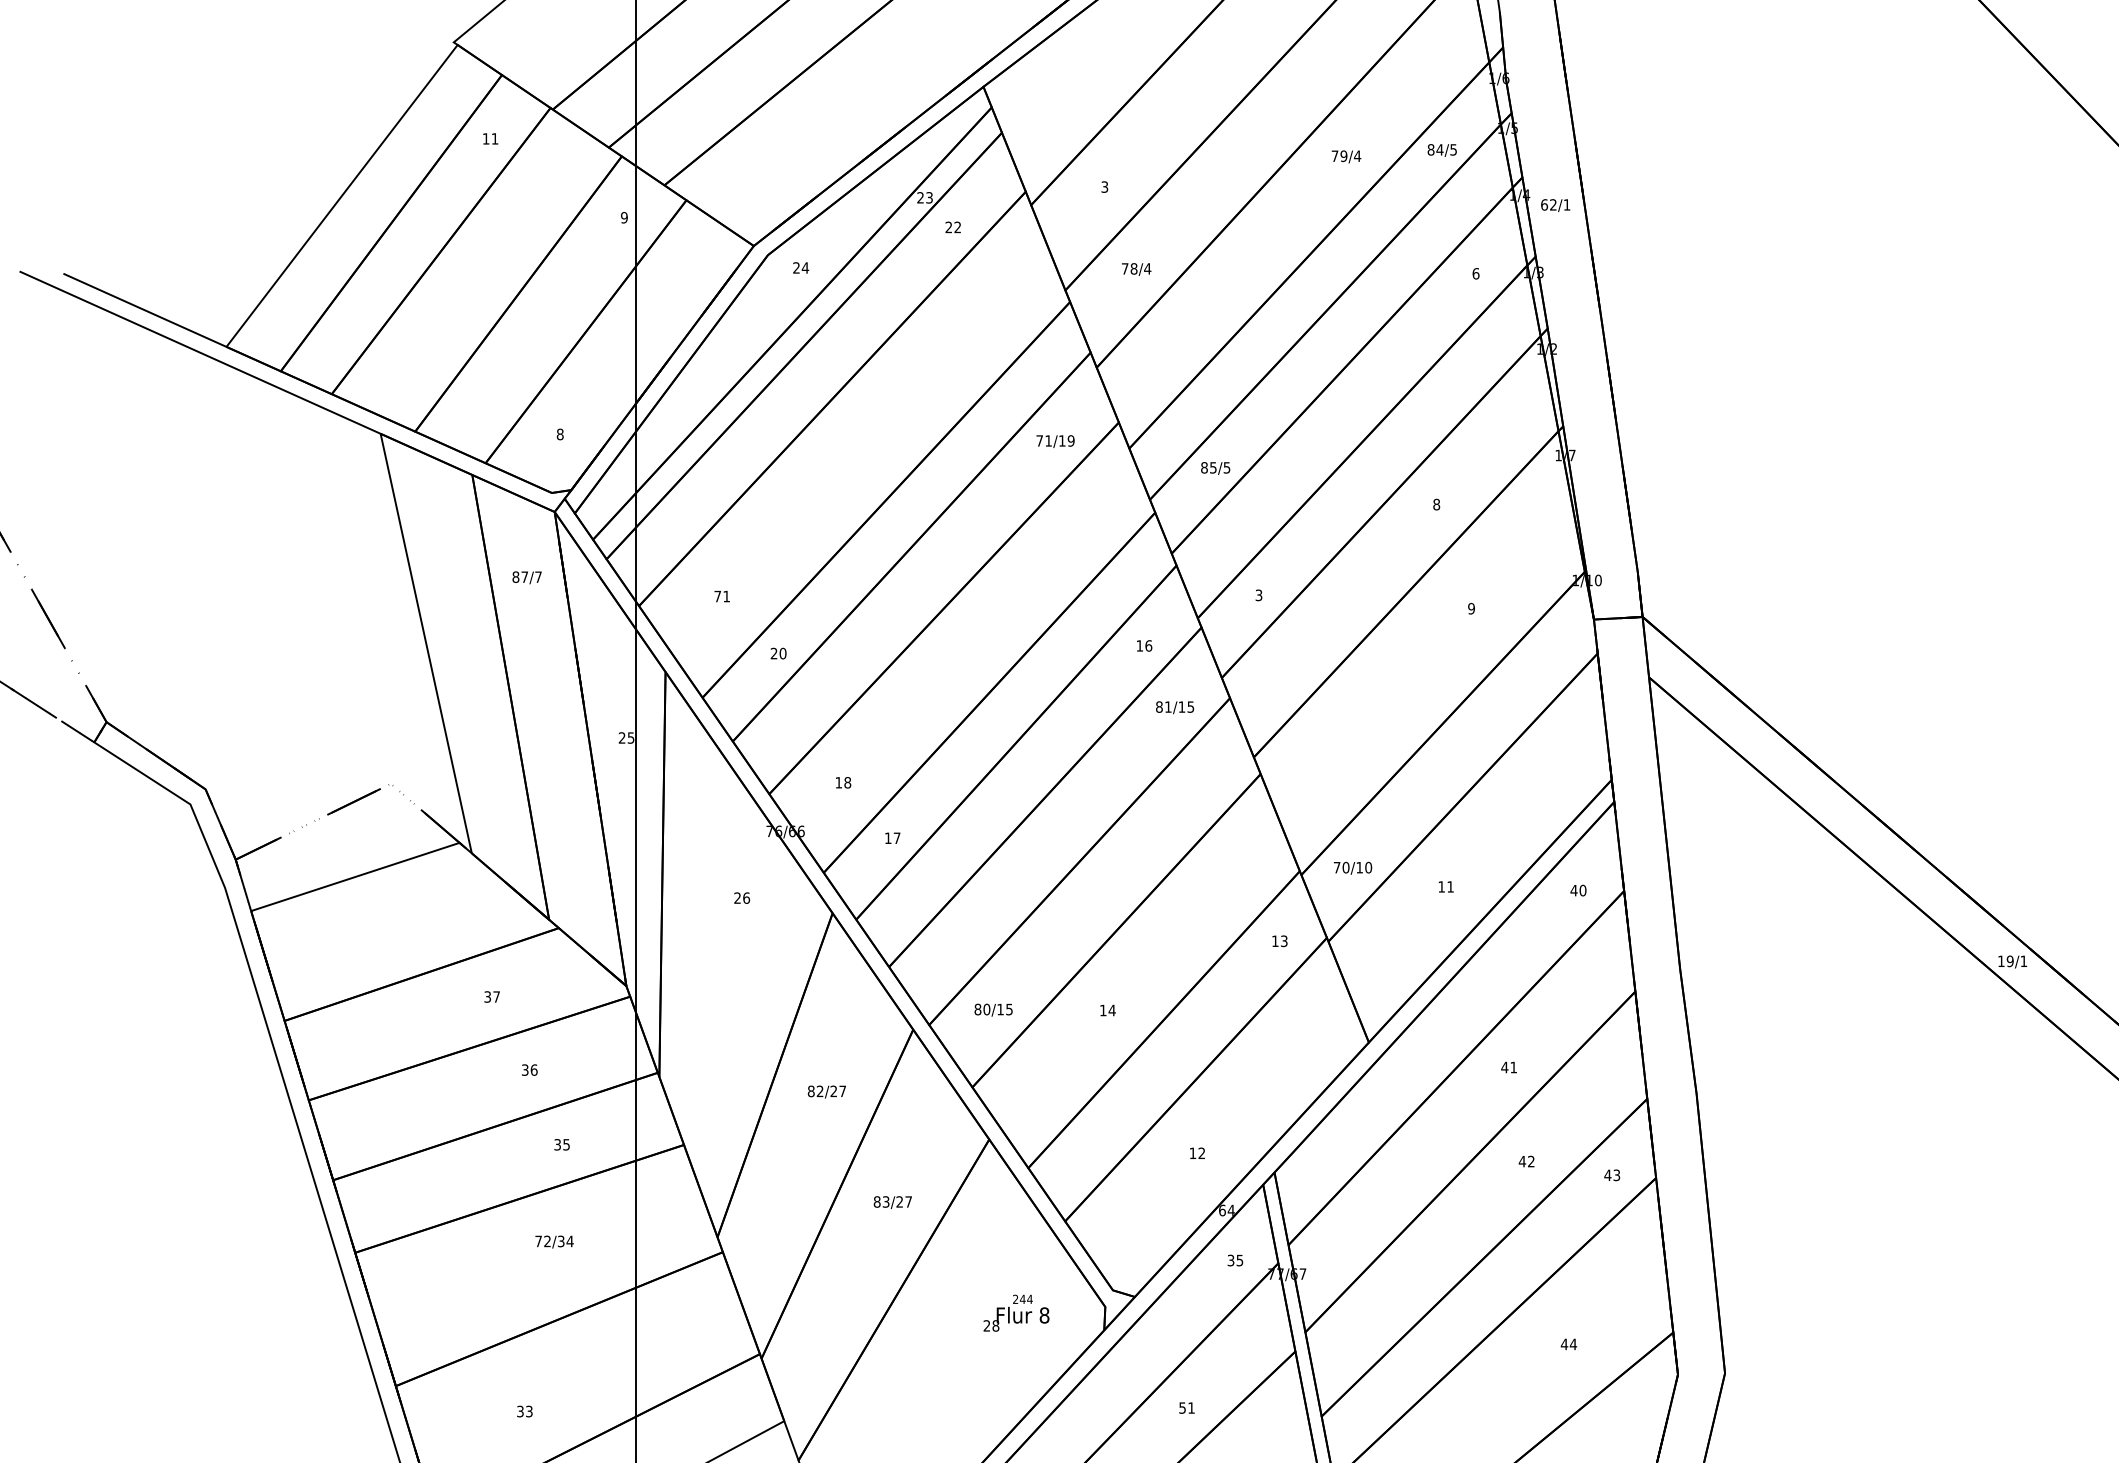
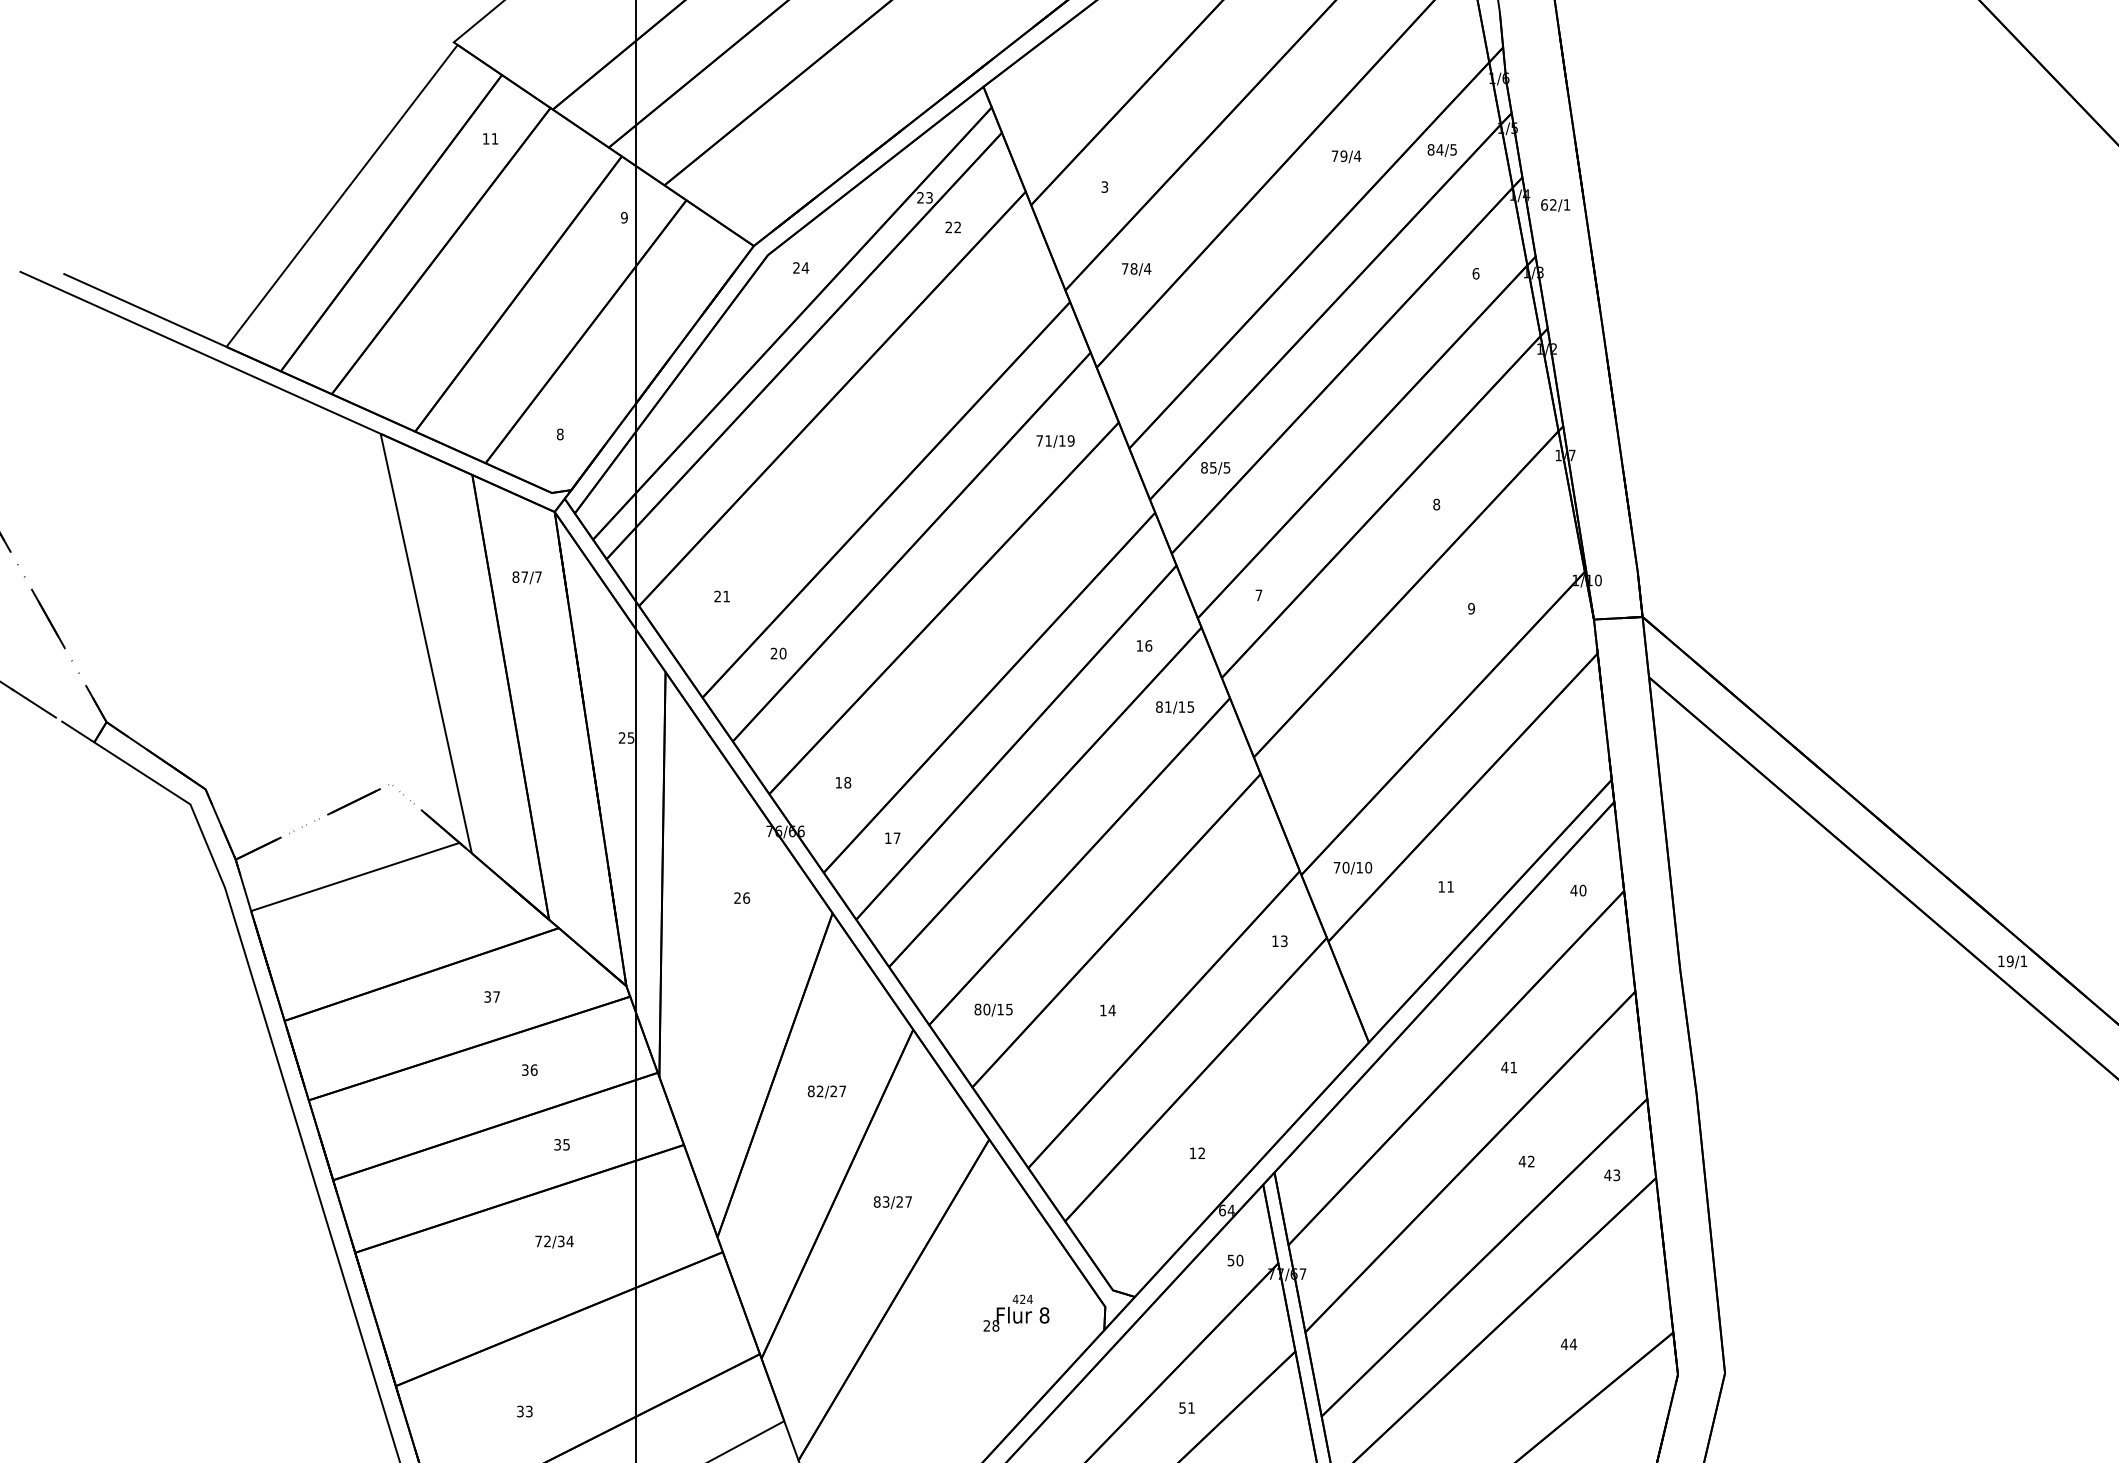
text at (1258, 595): 3 -> 7
text at (717, 596): 71 -> 21
text at (1235, 1260): 35 -> 50
text at (1018, 1298): 244 -> 424
